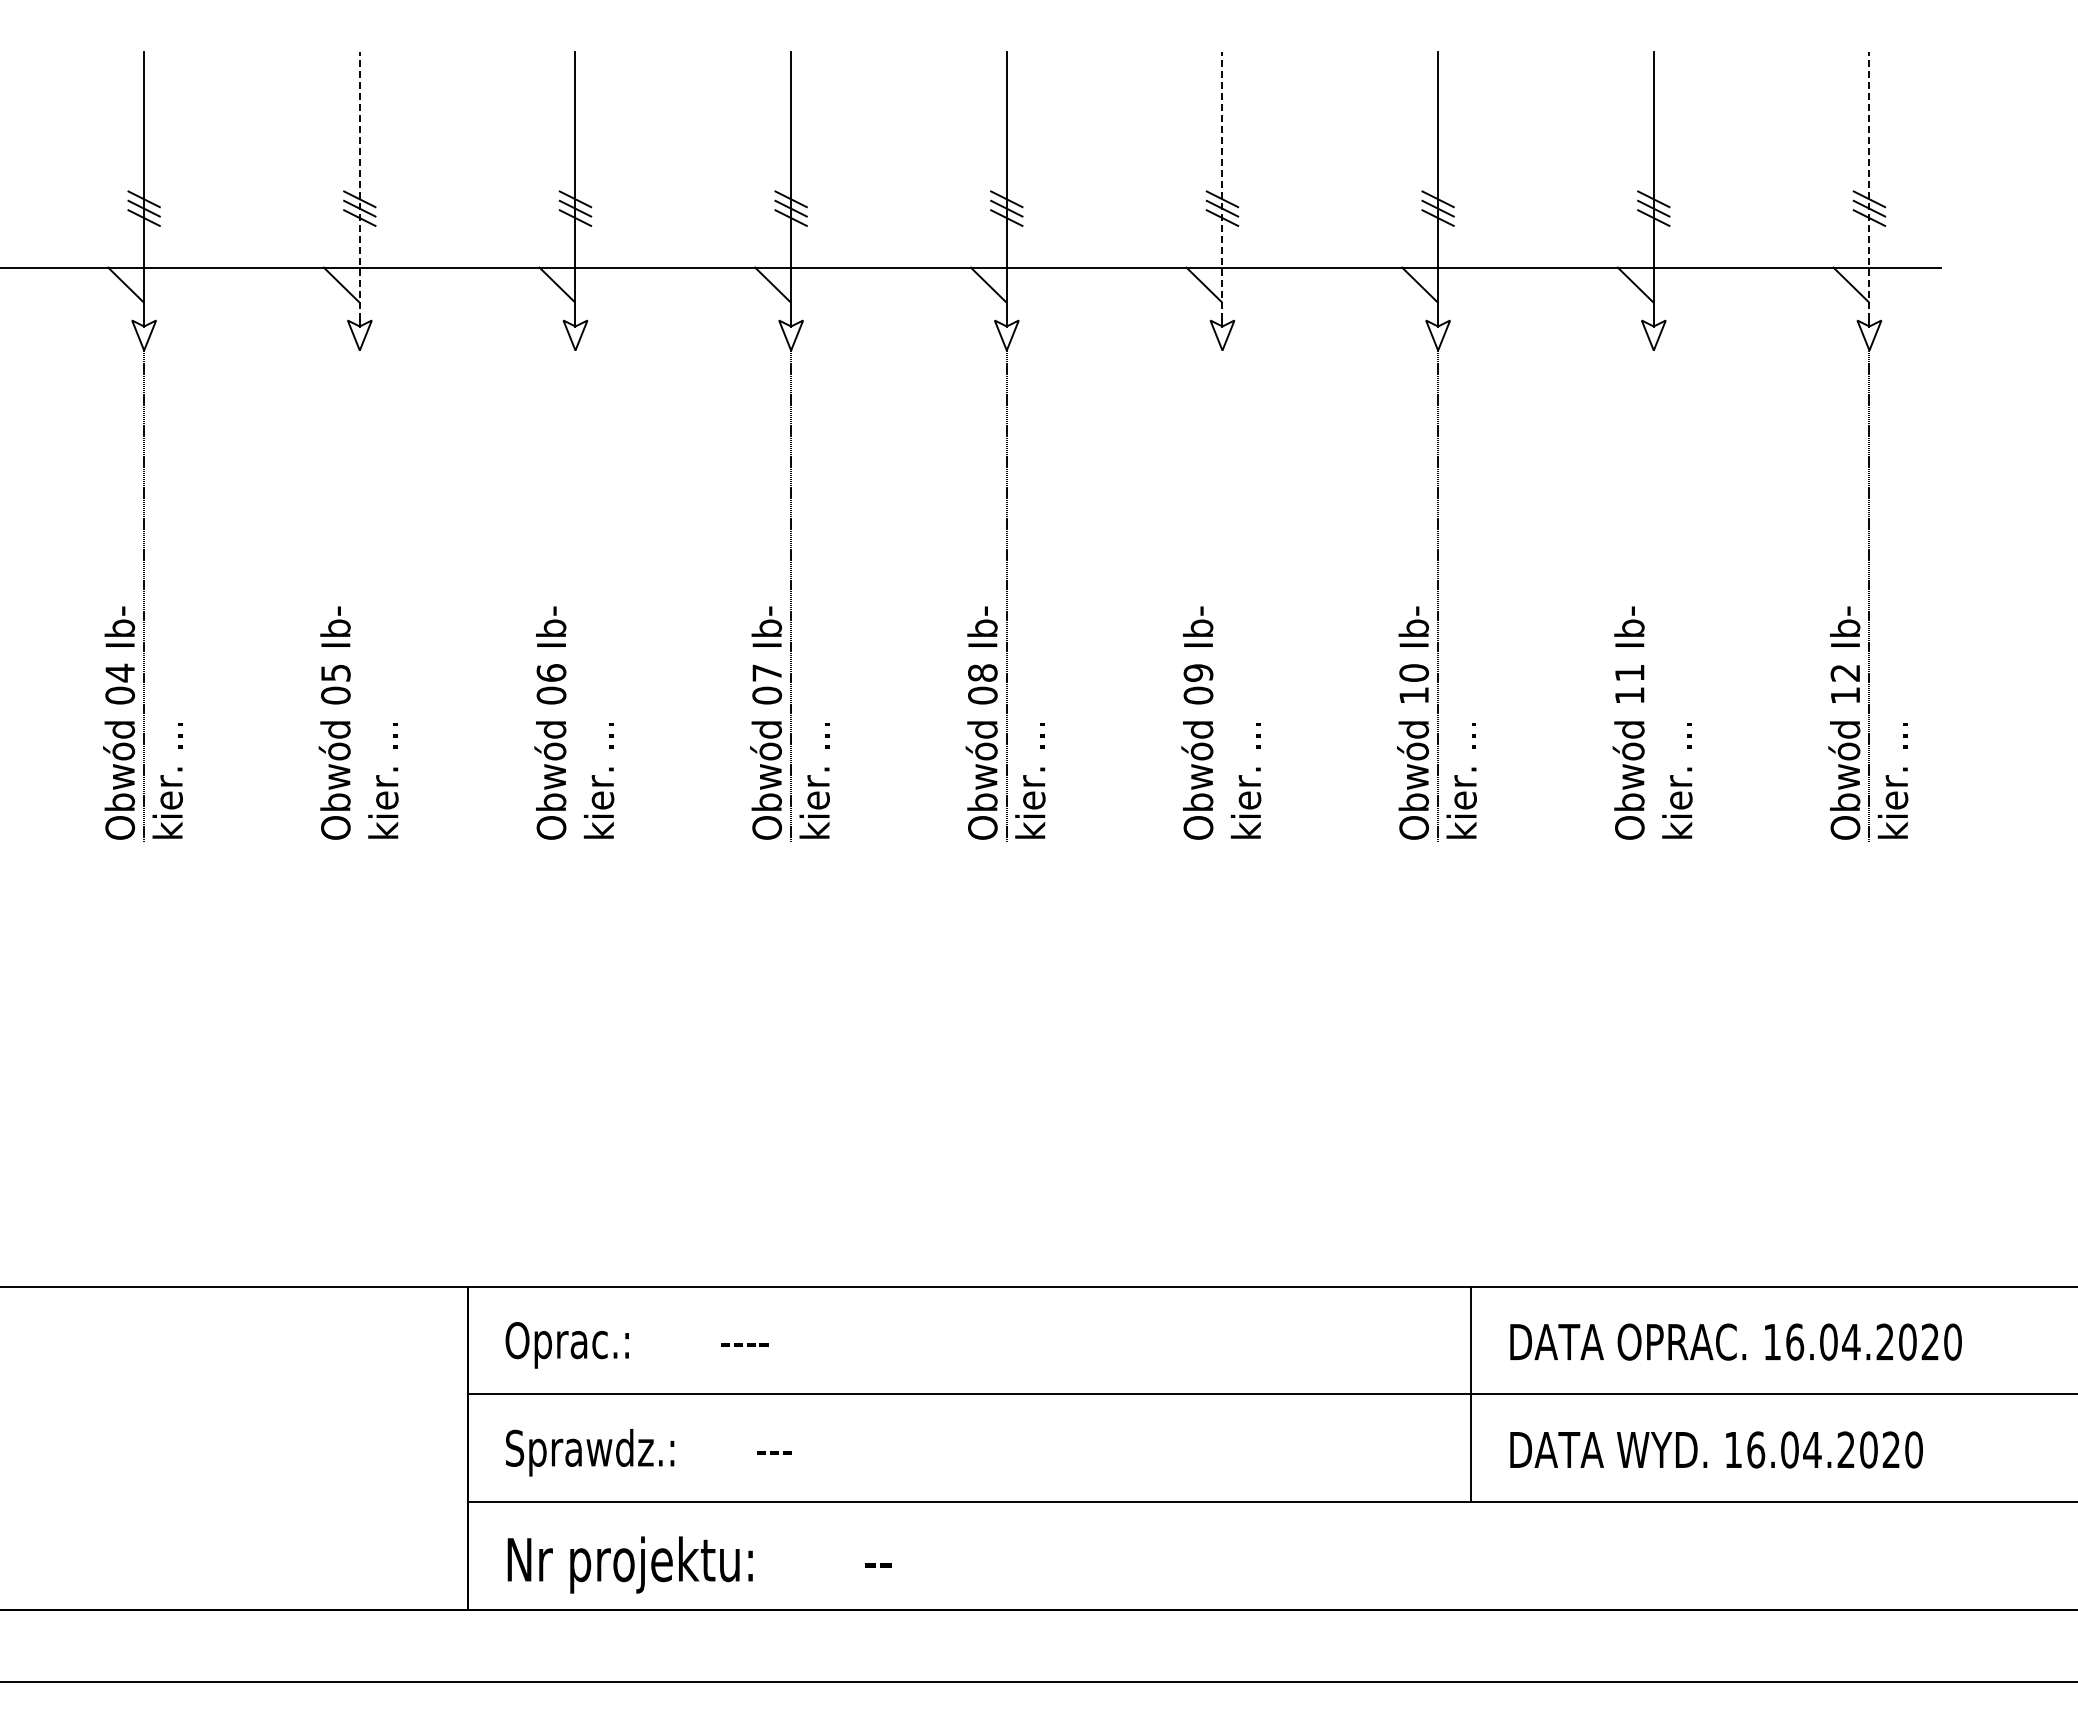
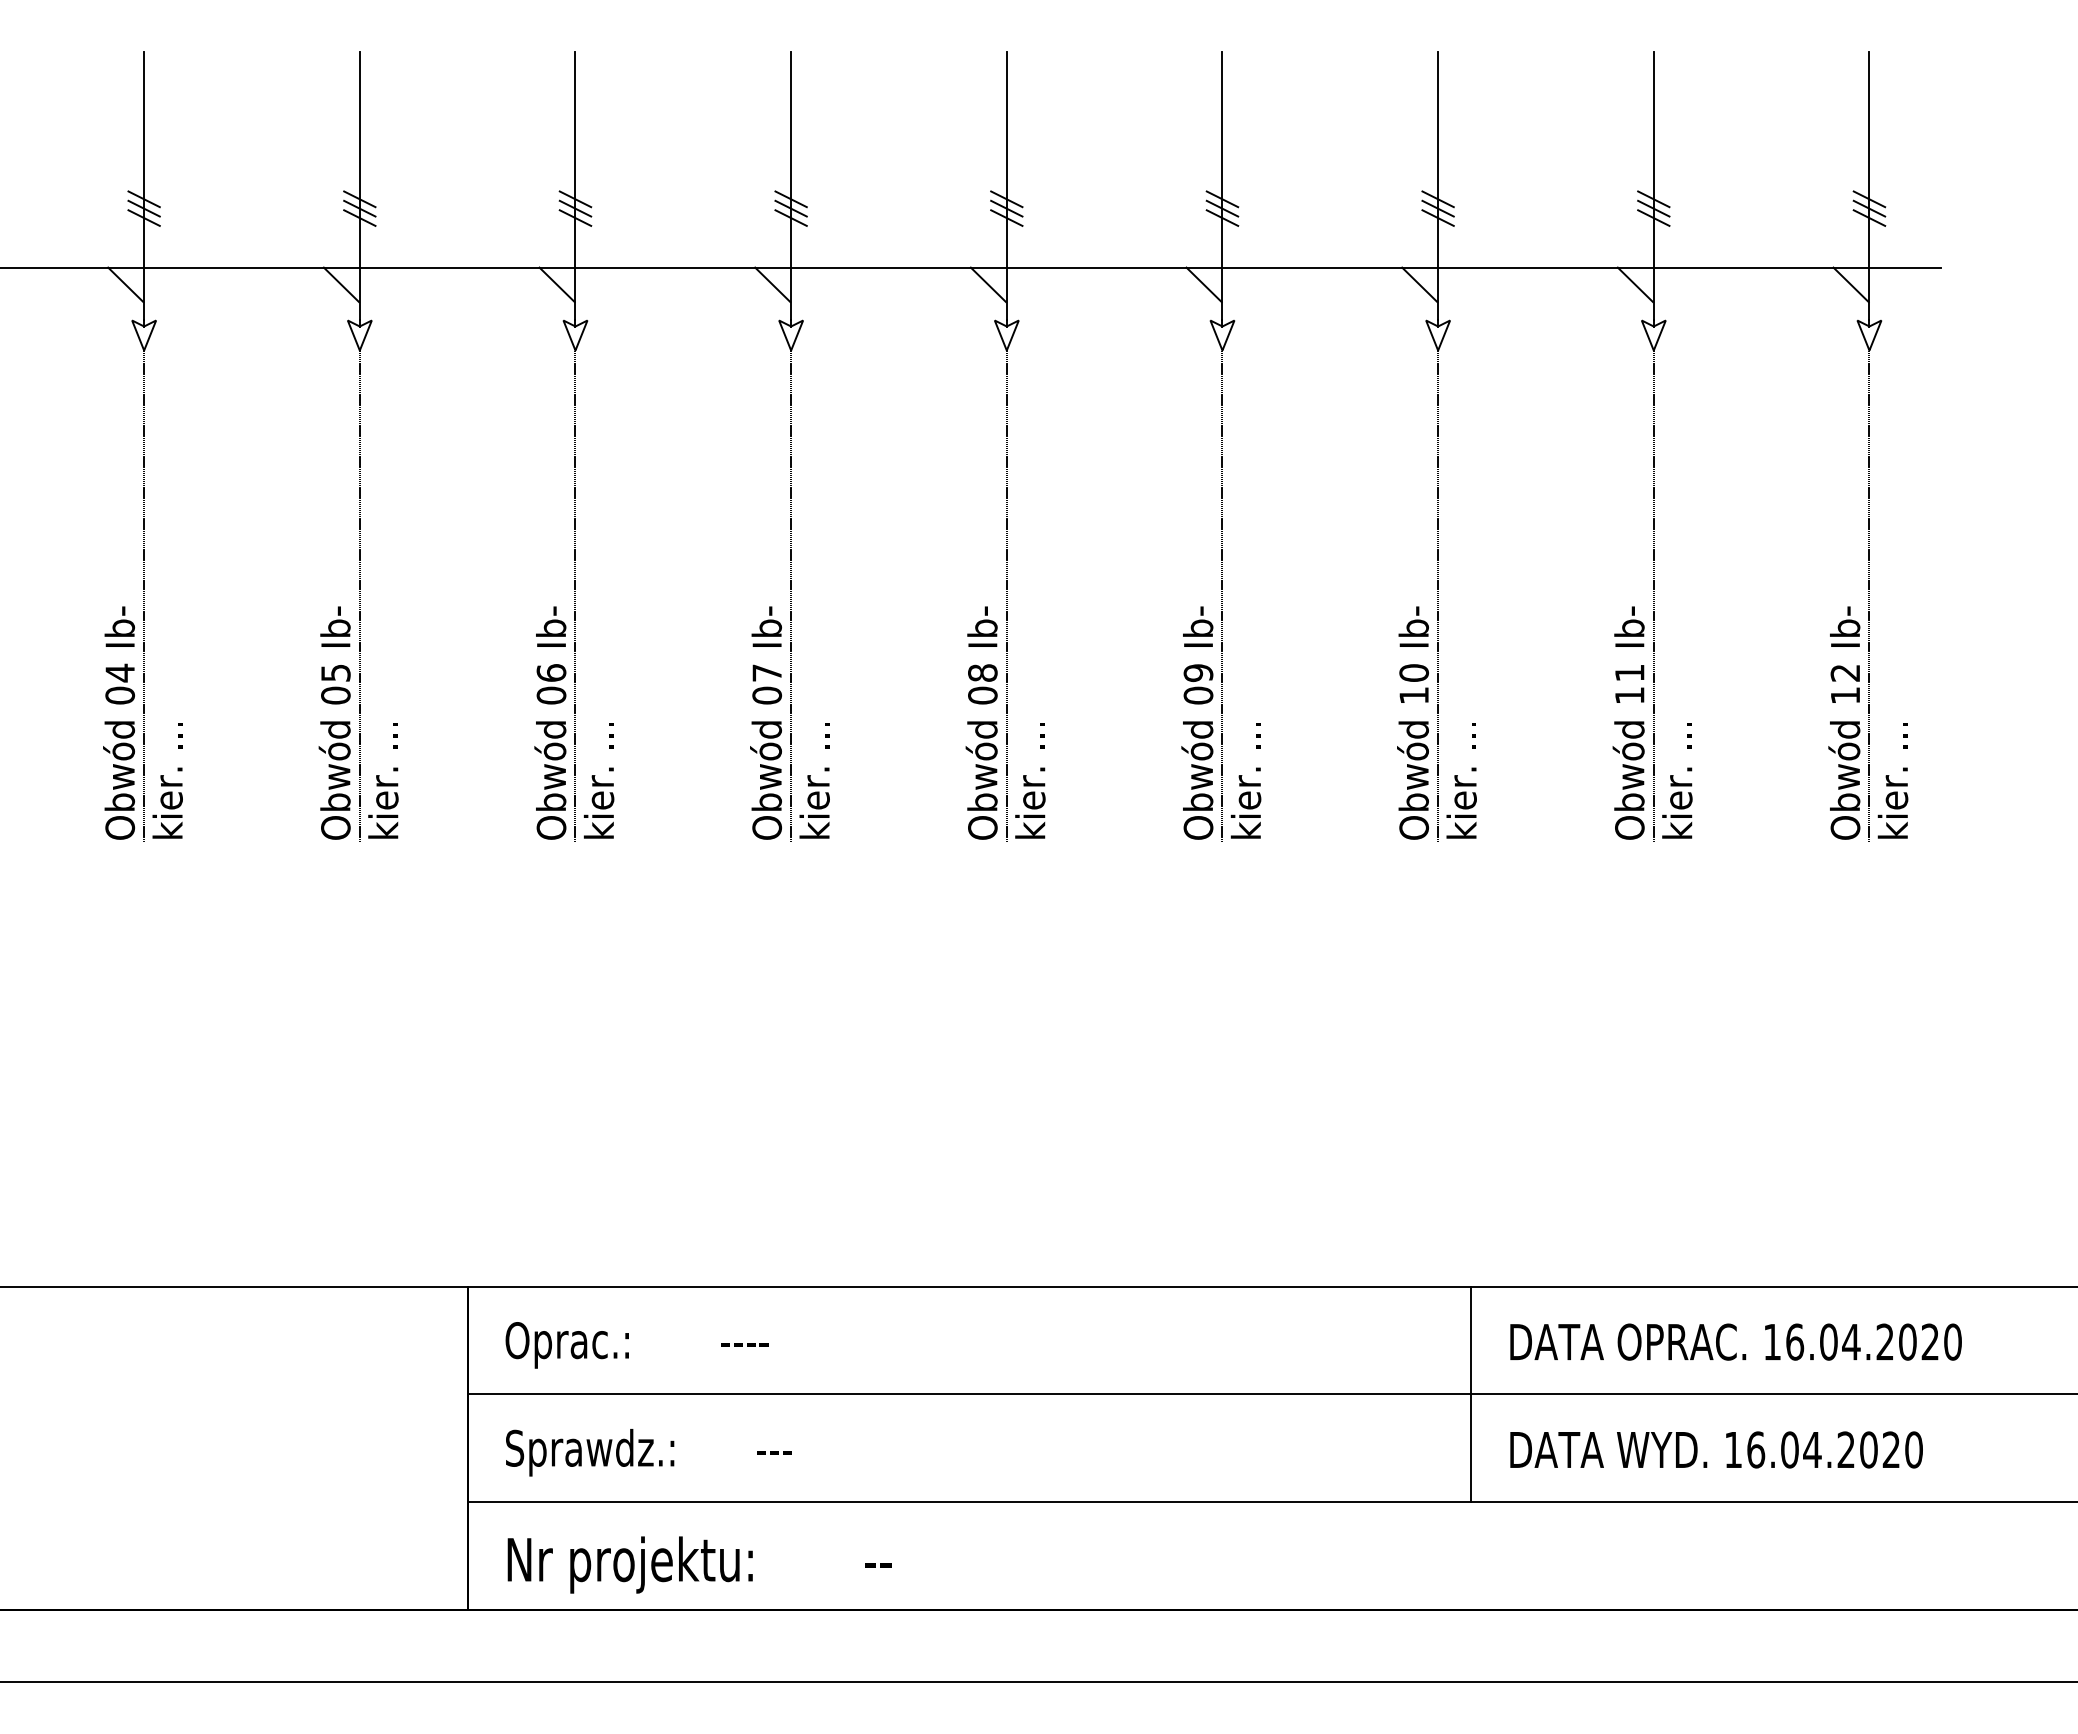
line at (359, 185): dashed -> solid
line at (1222, 185): dashed -> solid
line at (1869, 185): dashed -> solid
line at (359, 596): none -> present
line at (575, 596): none -> present
line at (1222, 596): none -> present
line at (1653, 596): none -> present
